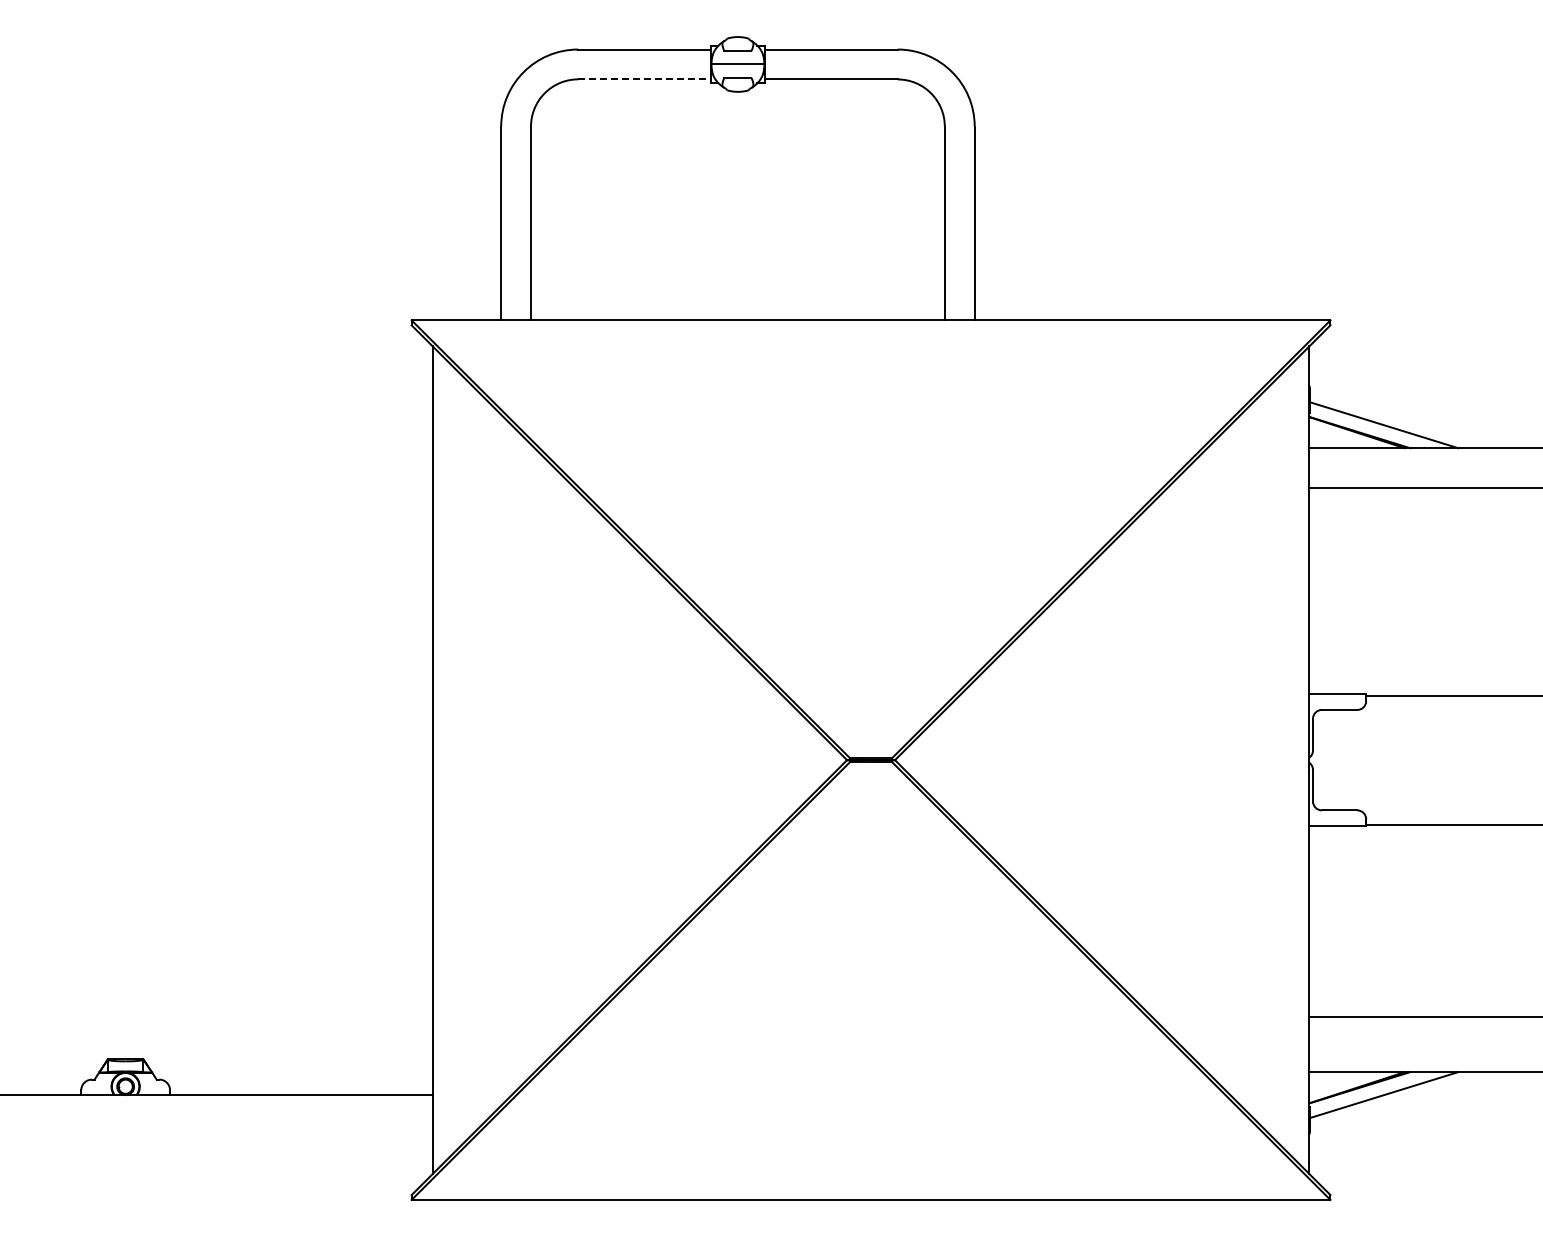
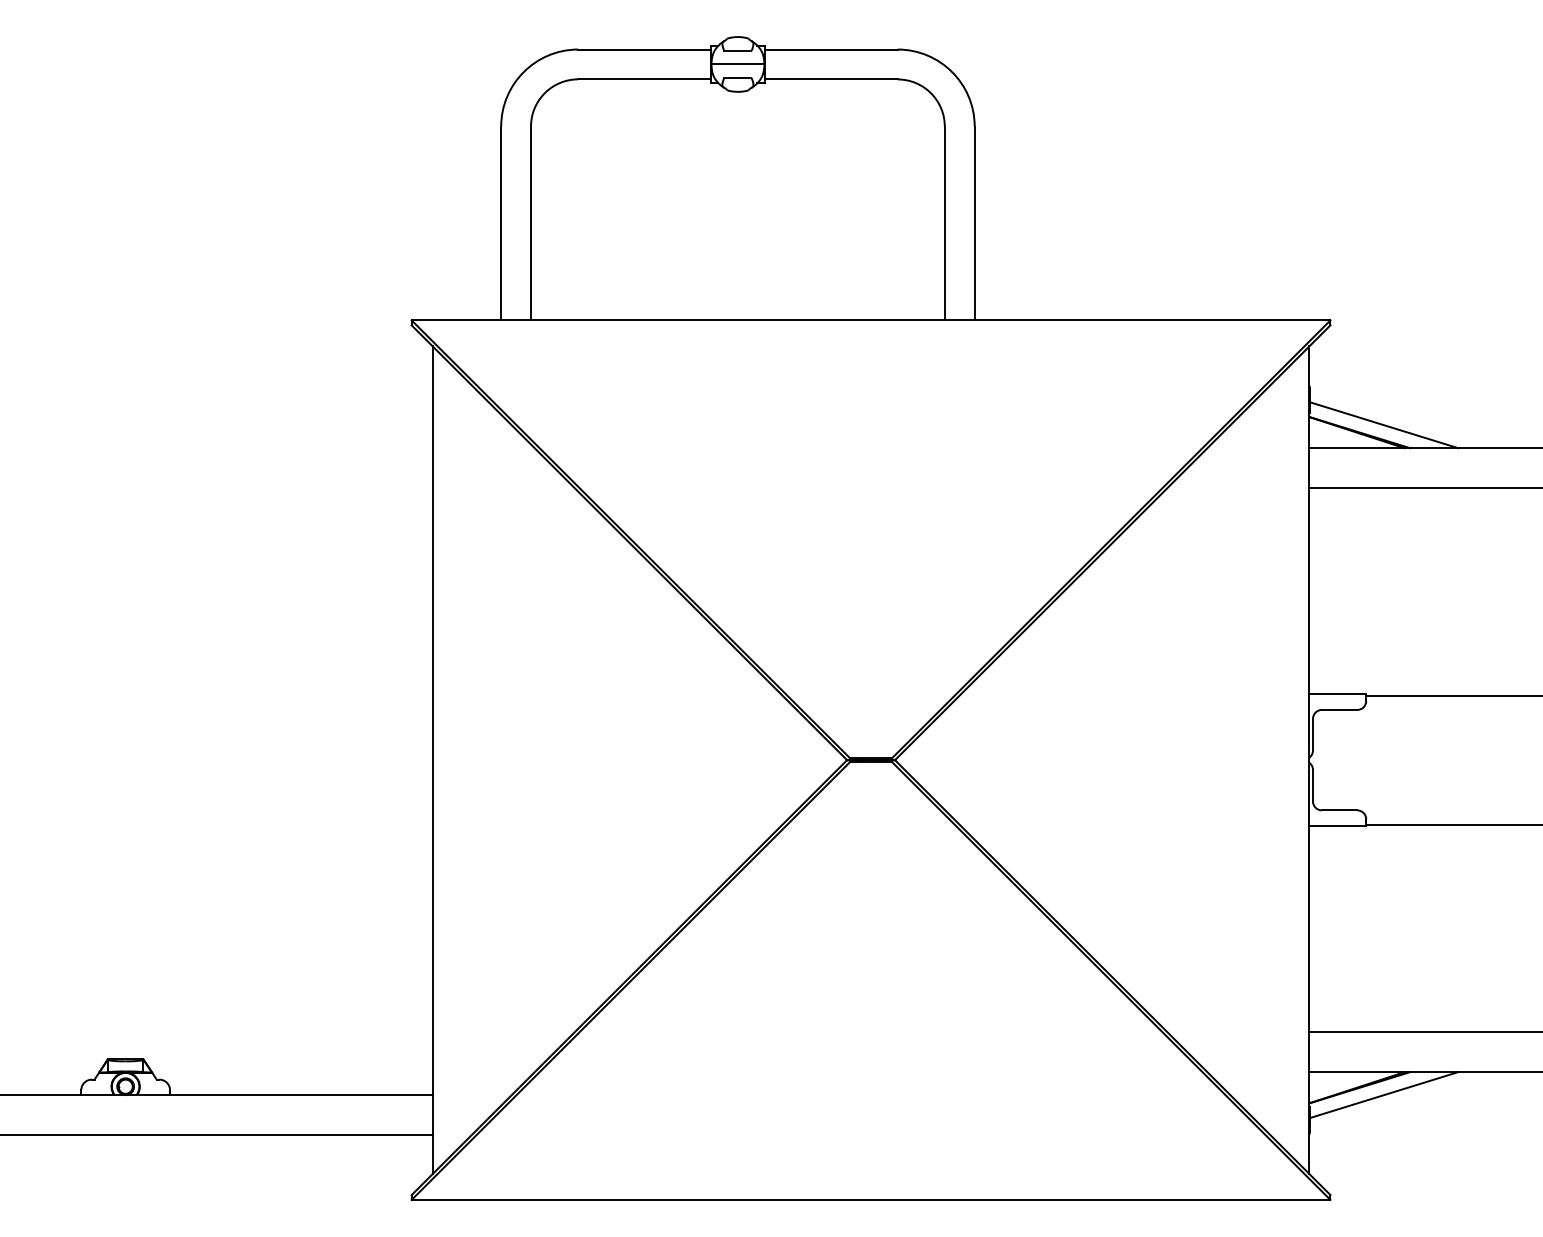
line at (645, 79): dashed -> solid
line at (1424, 1017) position: (1424, 1017) -> (1424, 1032)
line at (217, 1135): none -> present
